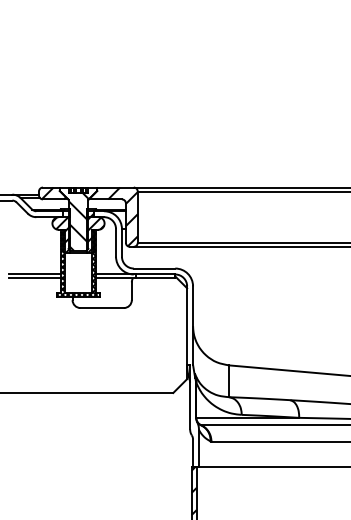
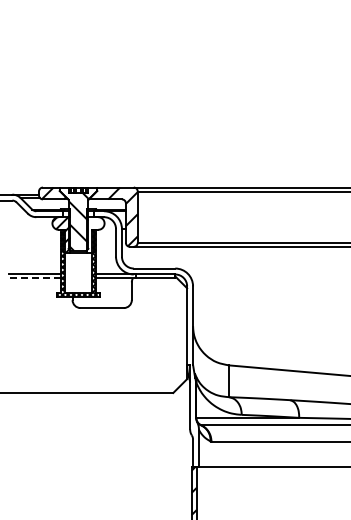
hatch at (95, 230): present -> none
line at (35, 278): solid -> dashed
